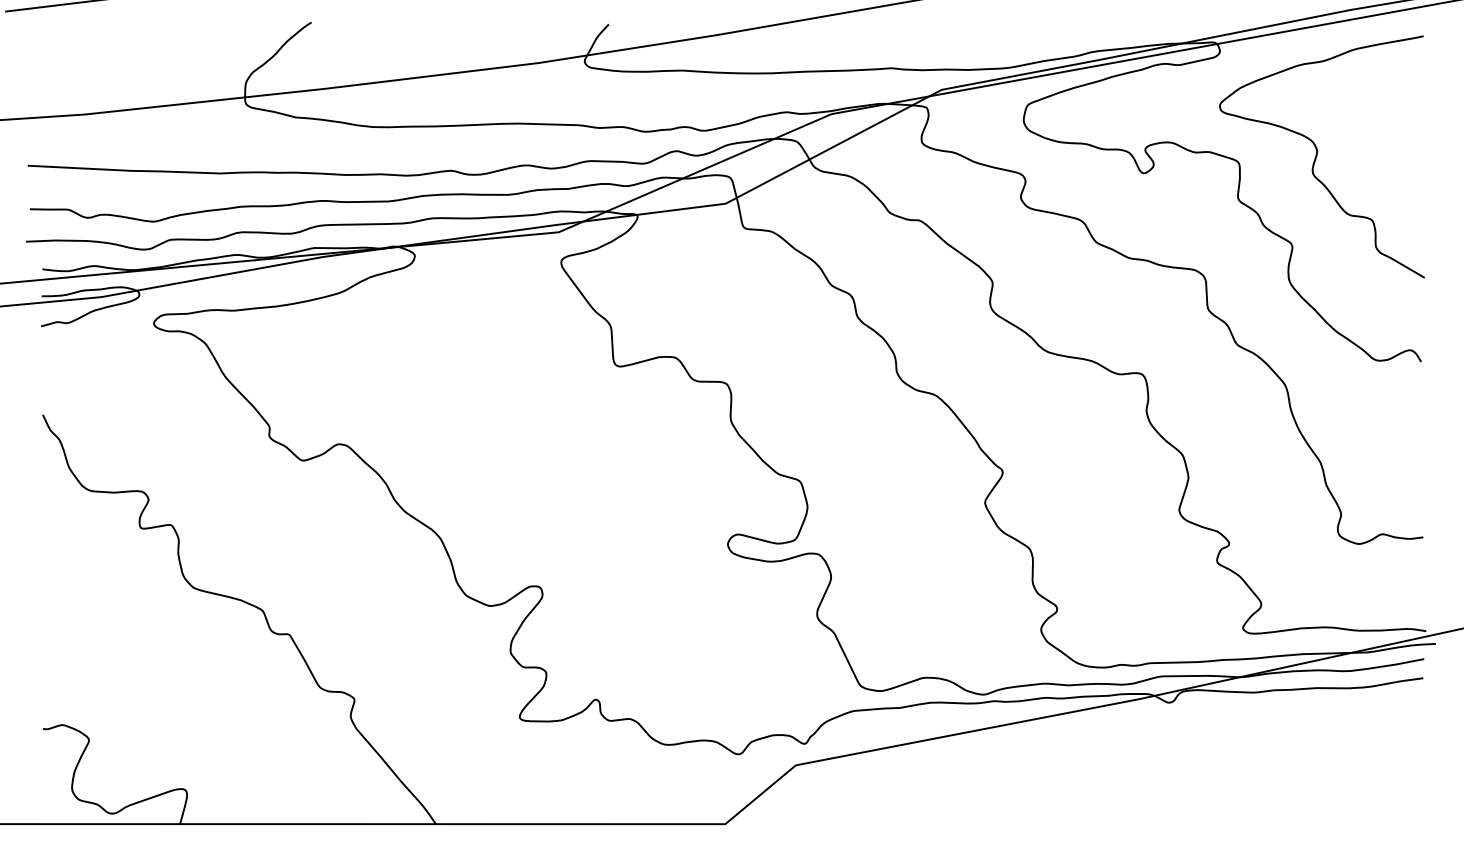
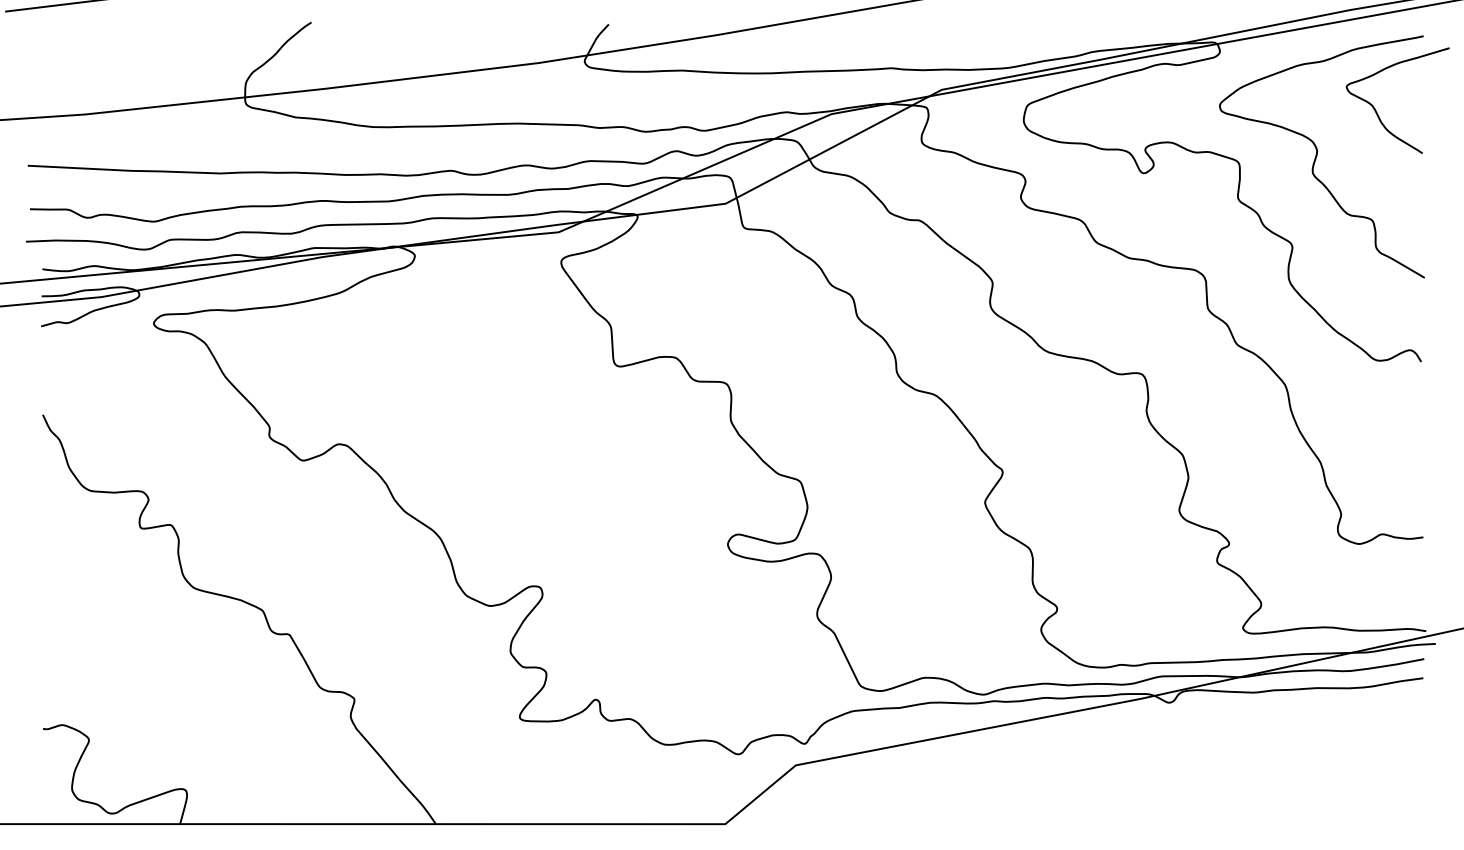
curve at (1376, 110): none -> present
